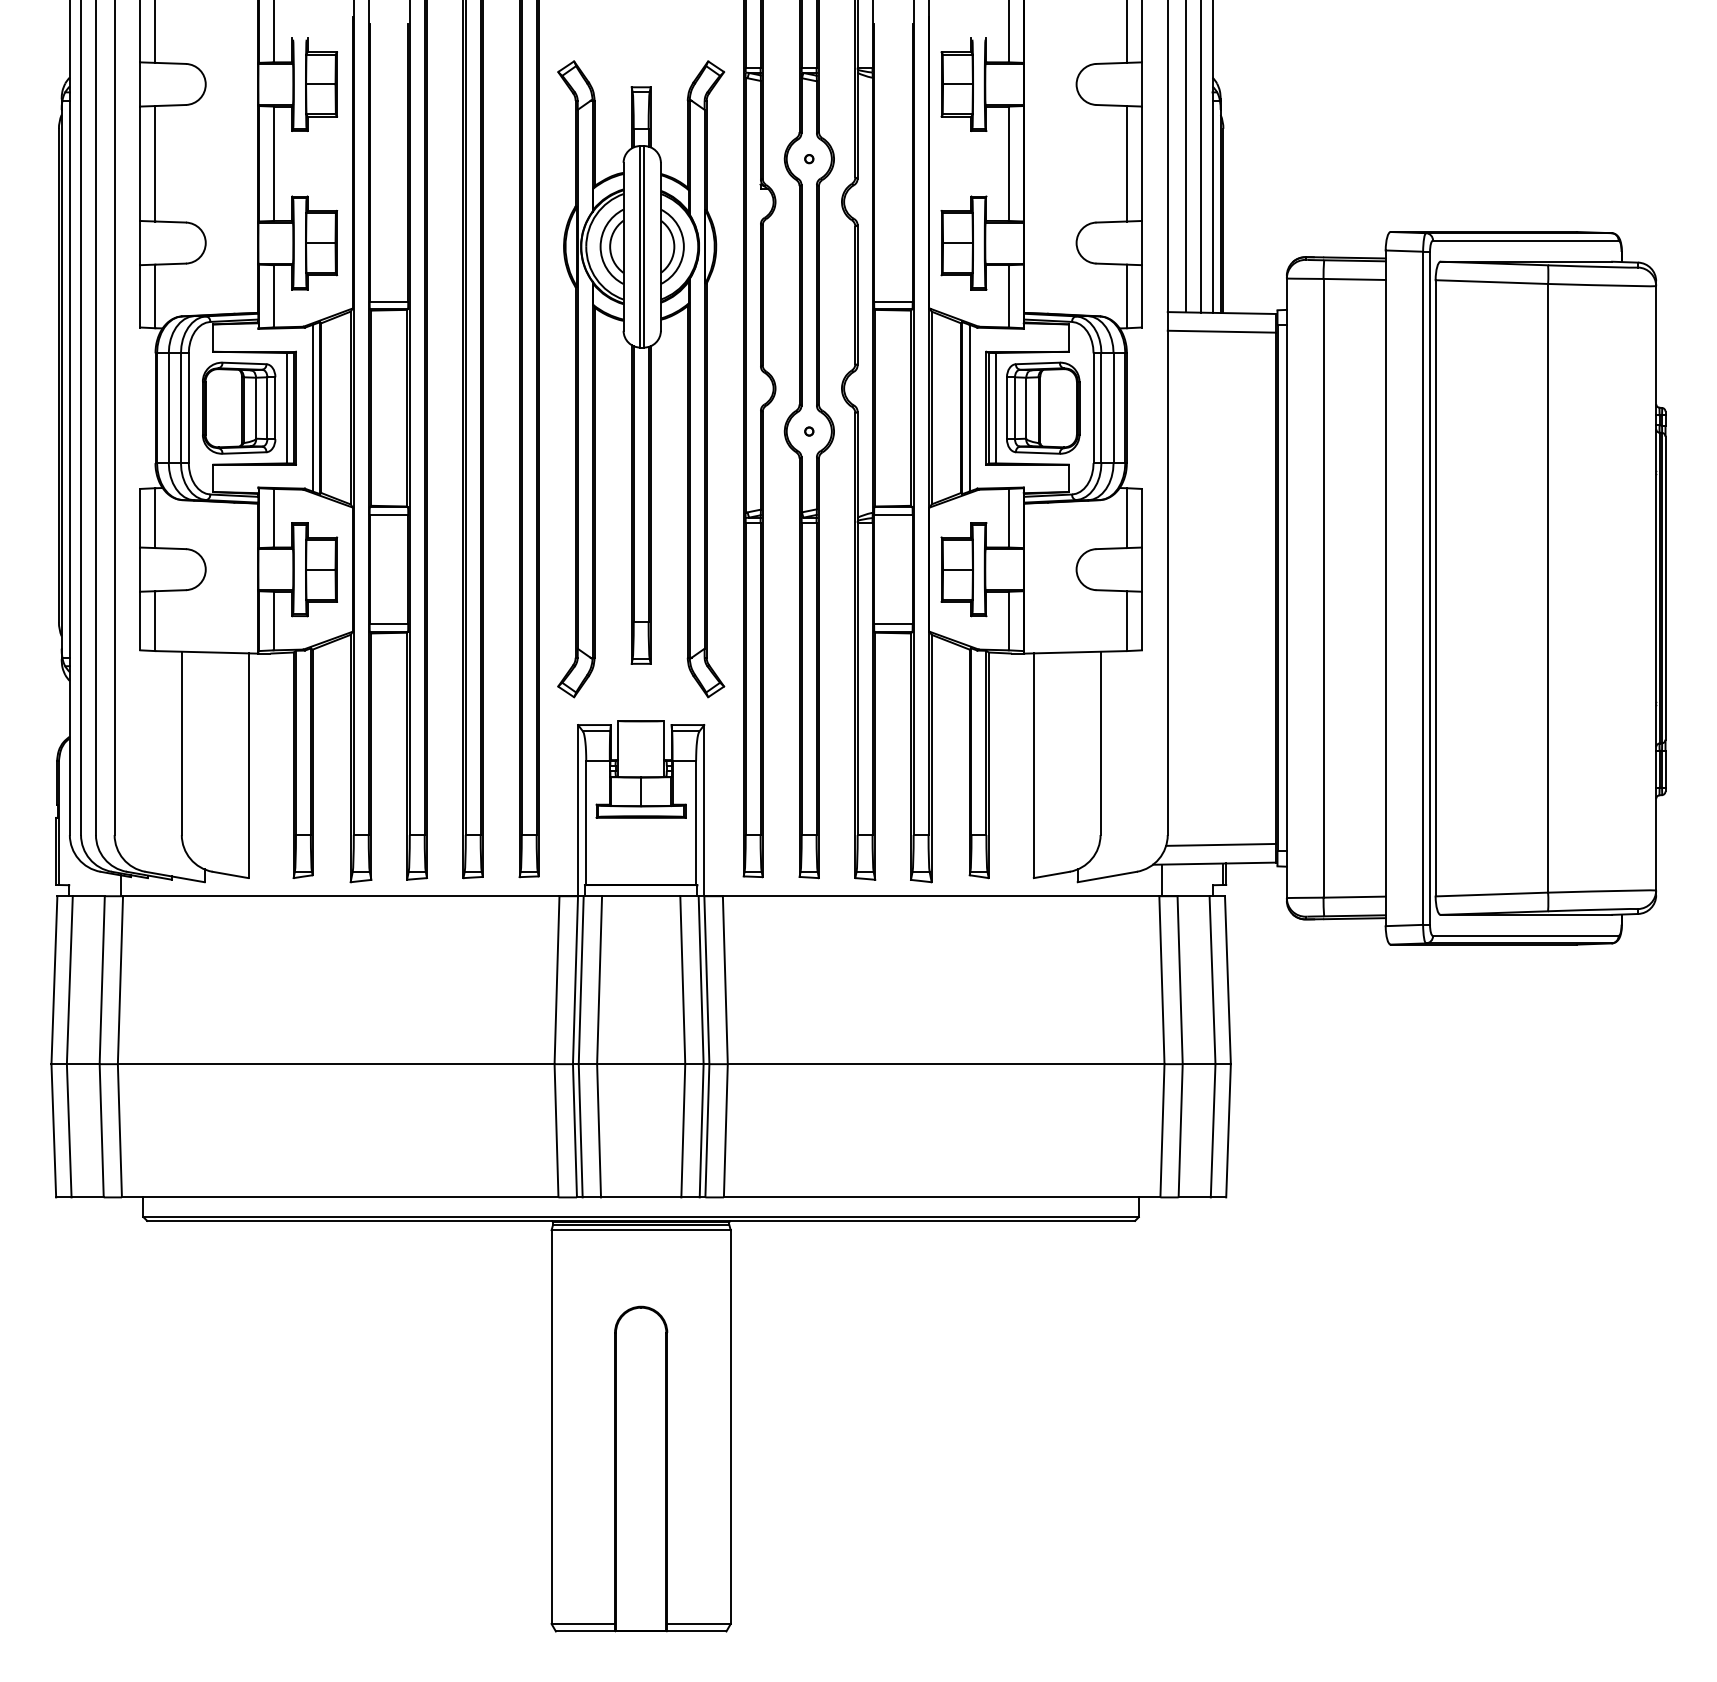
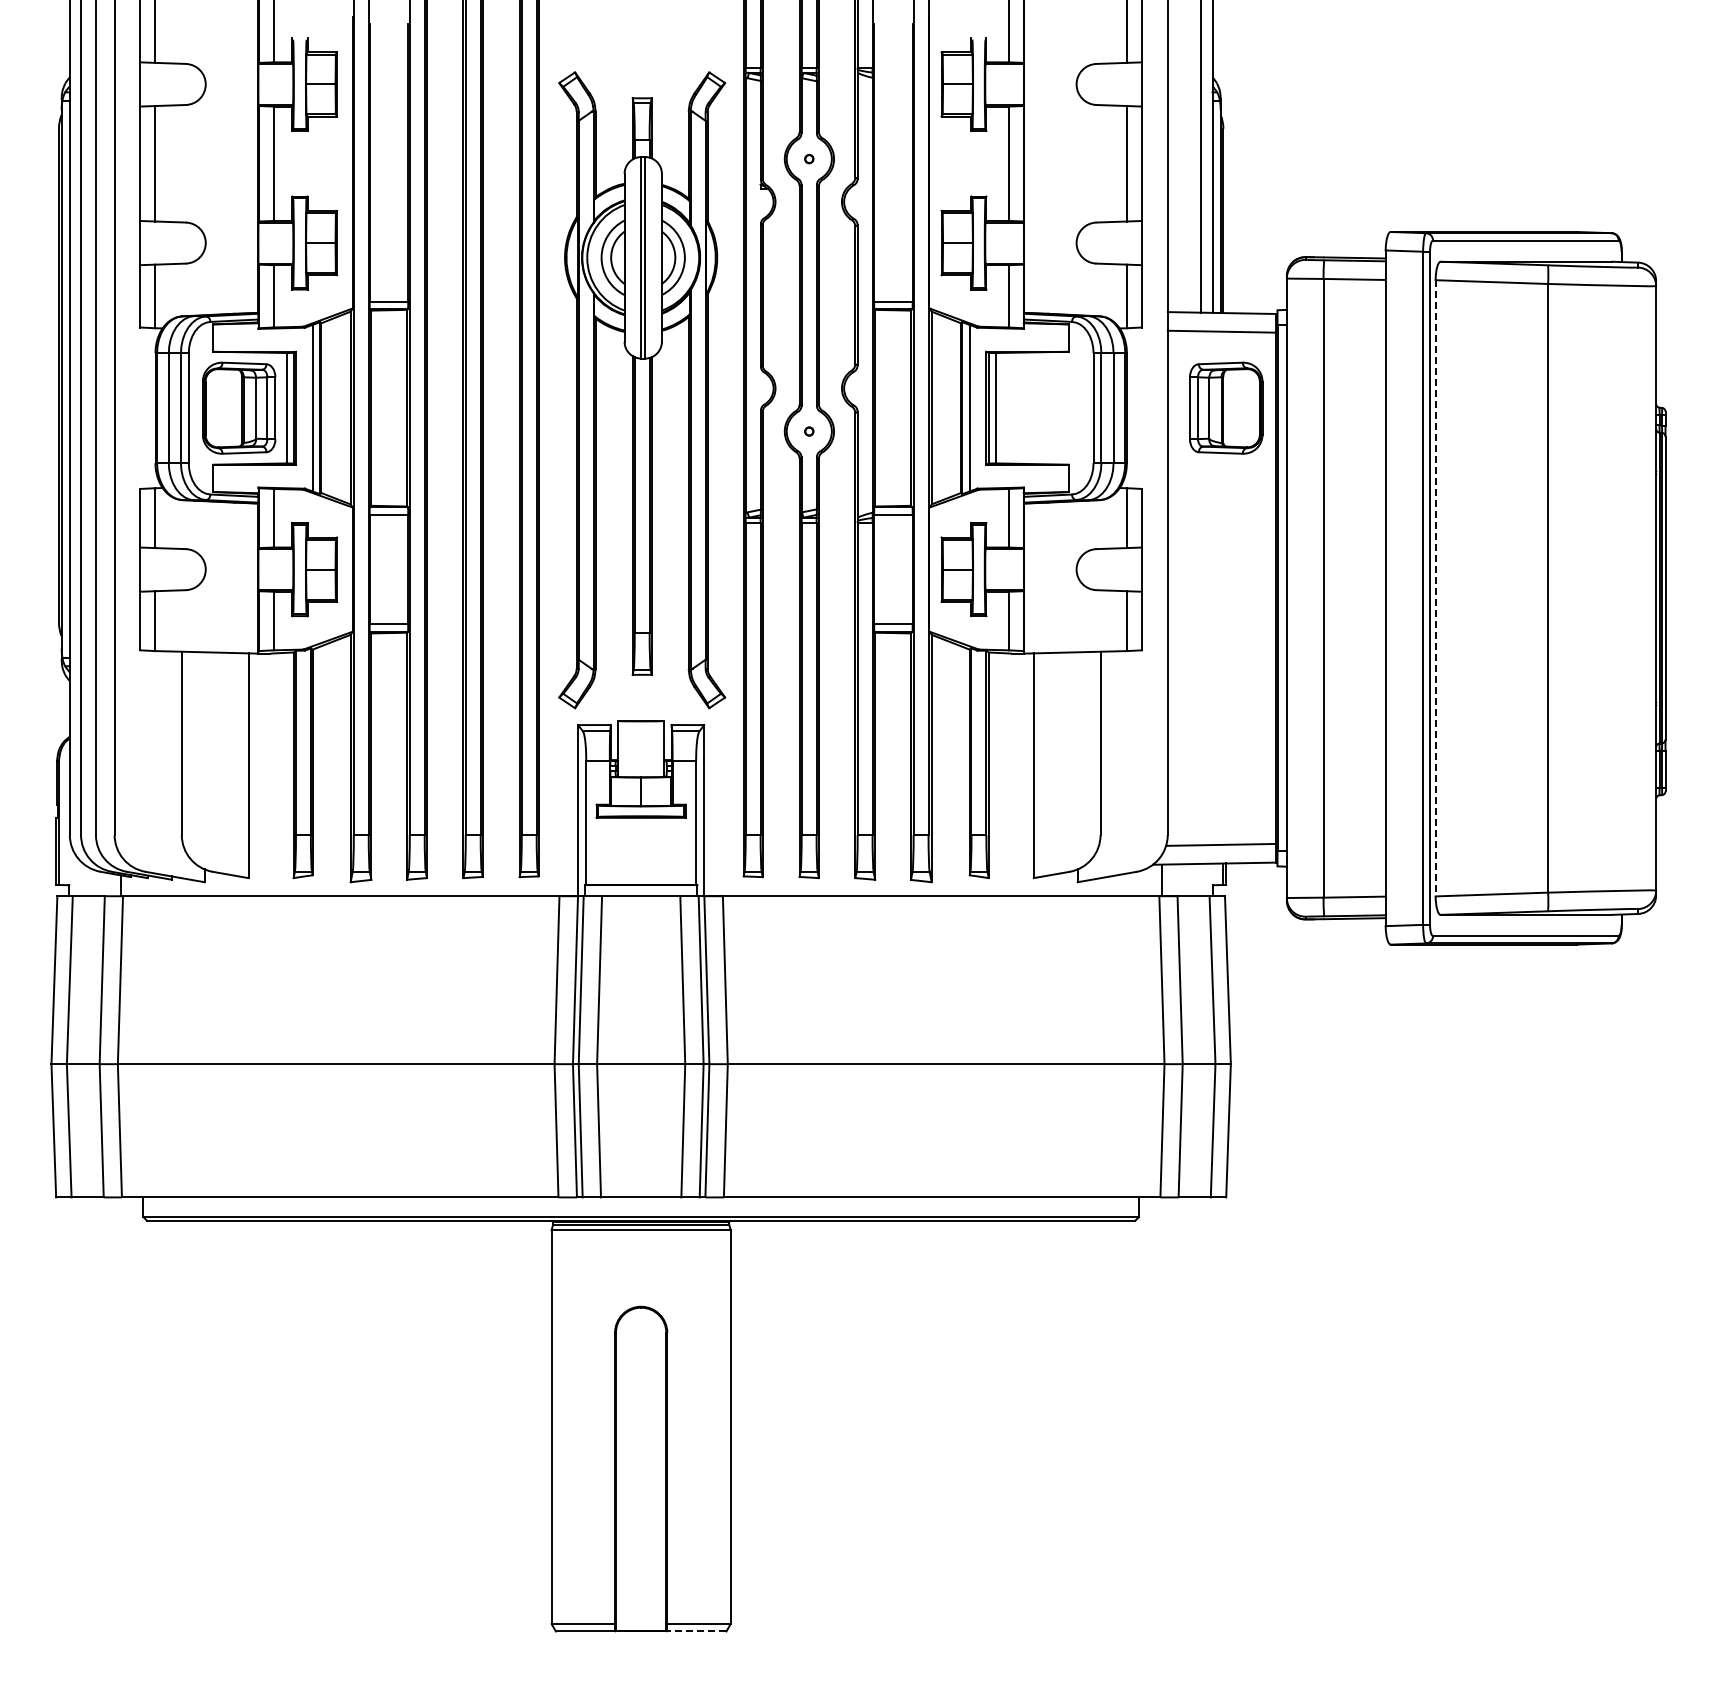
line at (1186, 157): present -> none
part at (641, 379) position: (641, 379) -> (642, 390)
part at (1043, 407) position: (1043, 407) -> (1226, 407)
line at (1435, 588): solid -> dashed
line at (696, 1631): solid -> dashed
